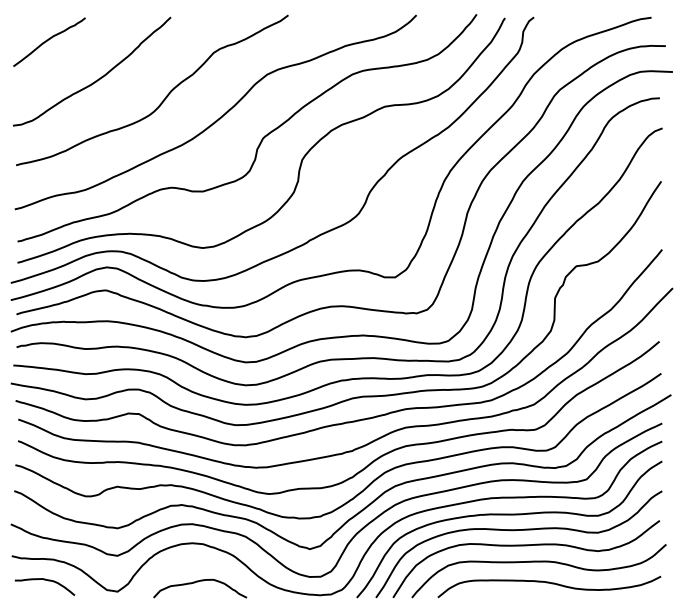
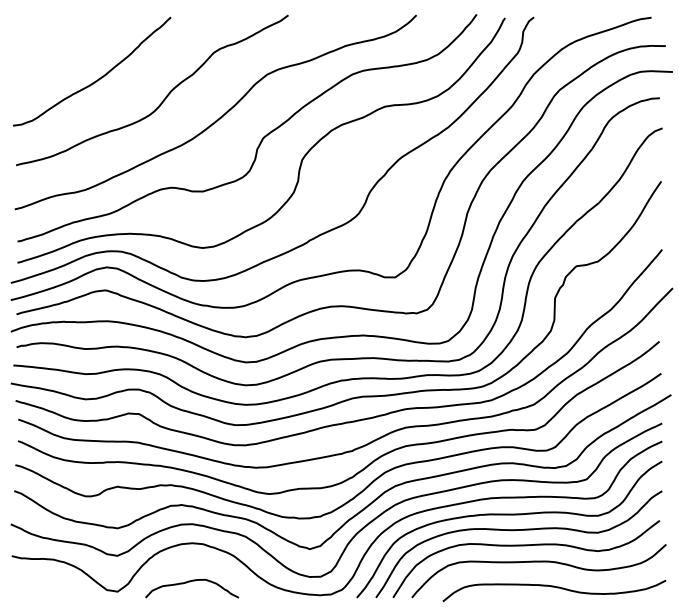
curve at (49, 40): present -> none
curve at (44, 580): present -> none
curve at (198, 582) position: (198, 582) -> (190, 582)
curve at (551, 584) position: (551, 584) -> (556, 588)
